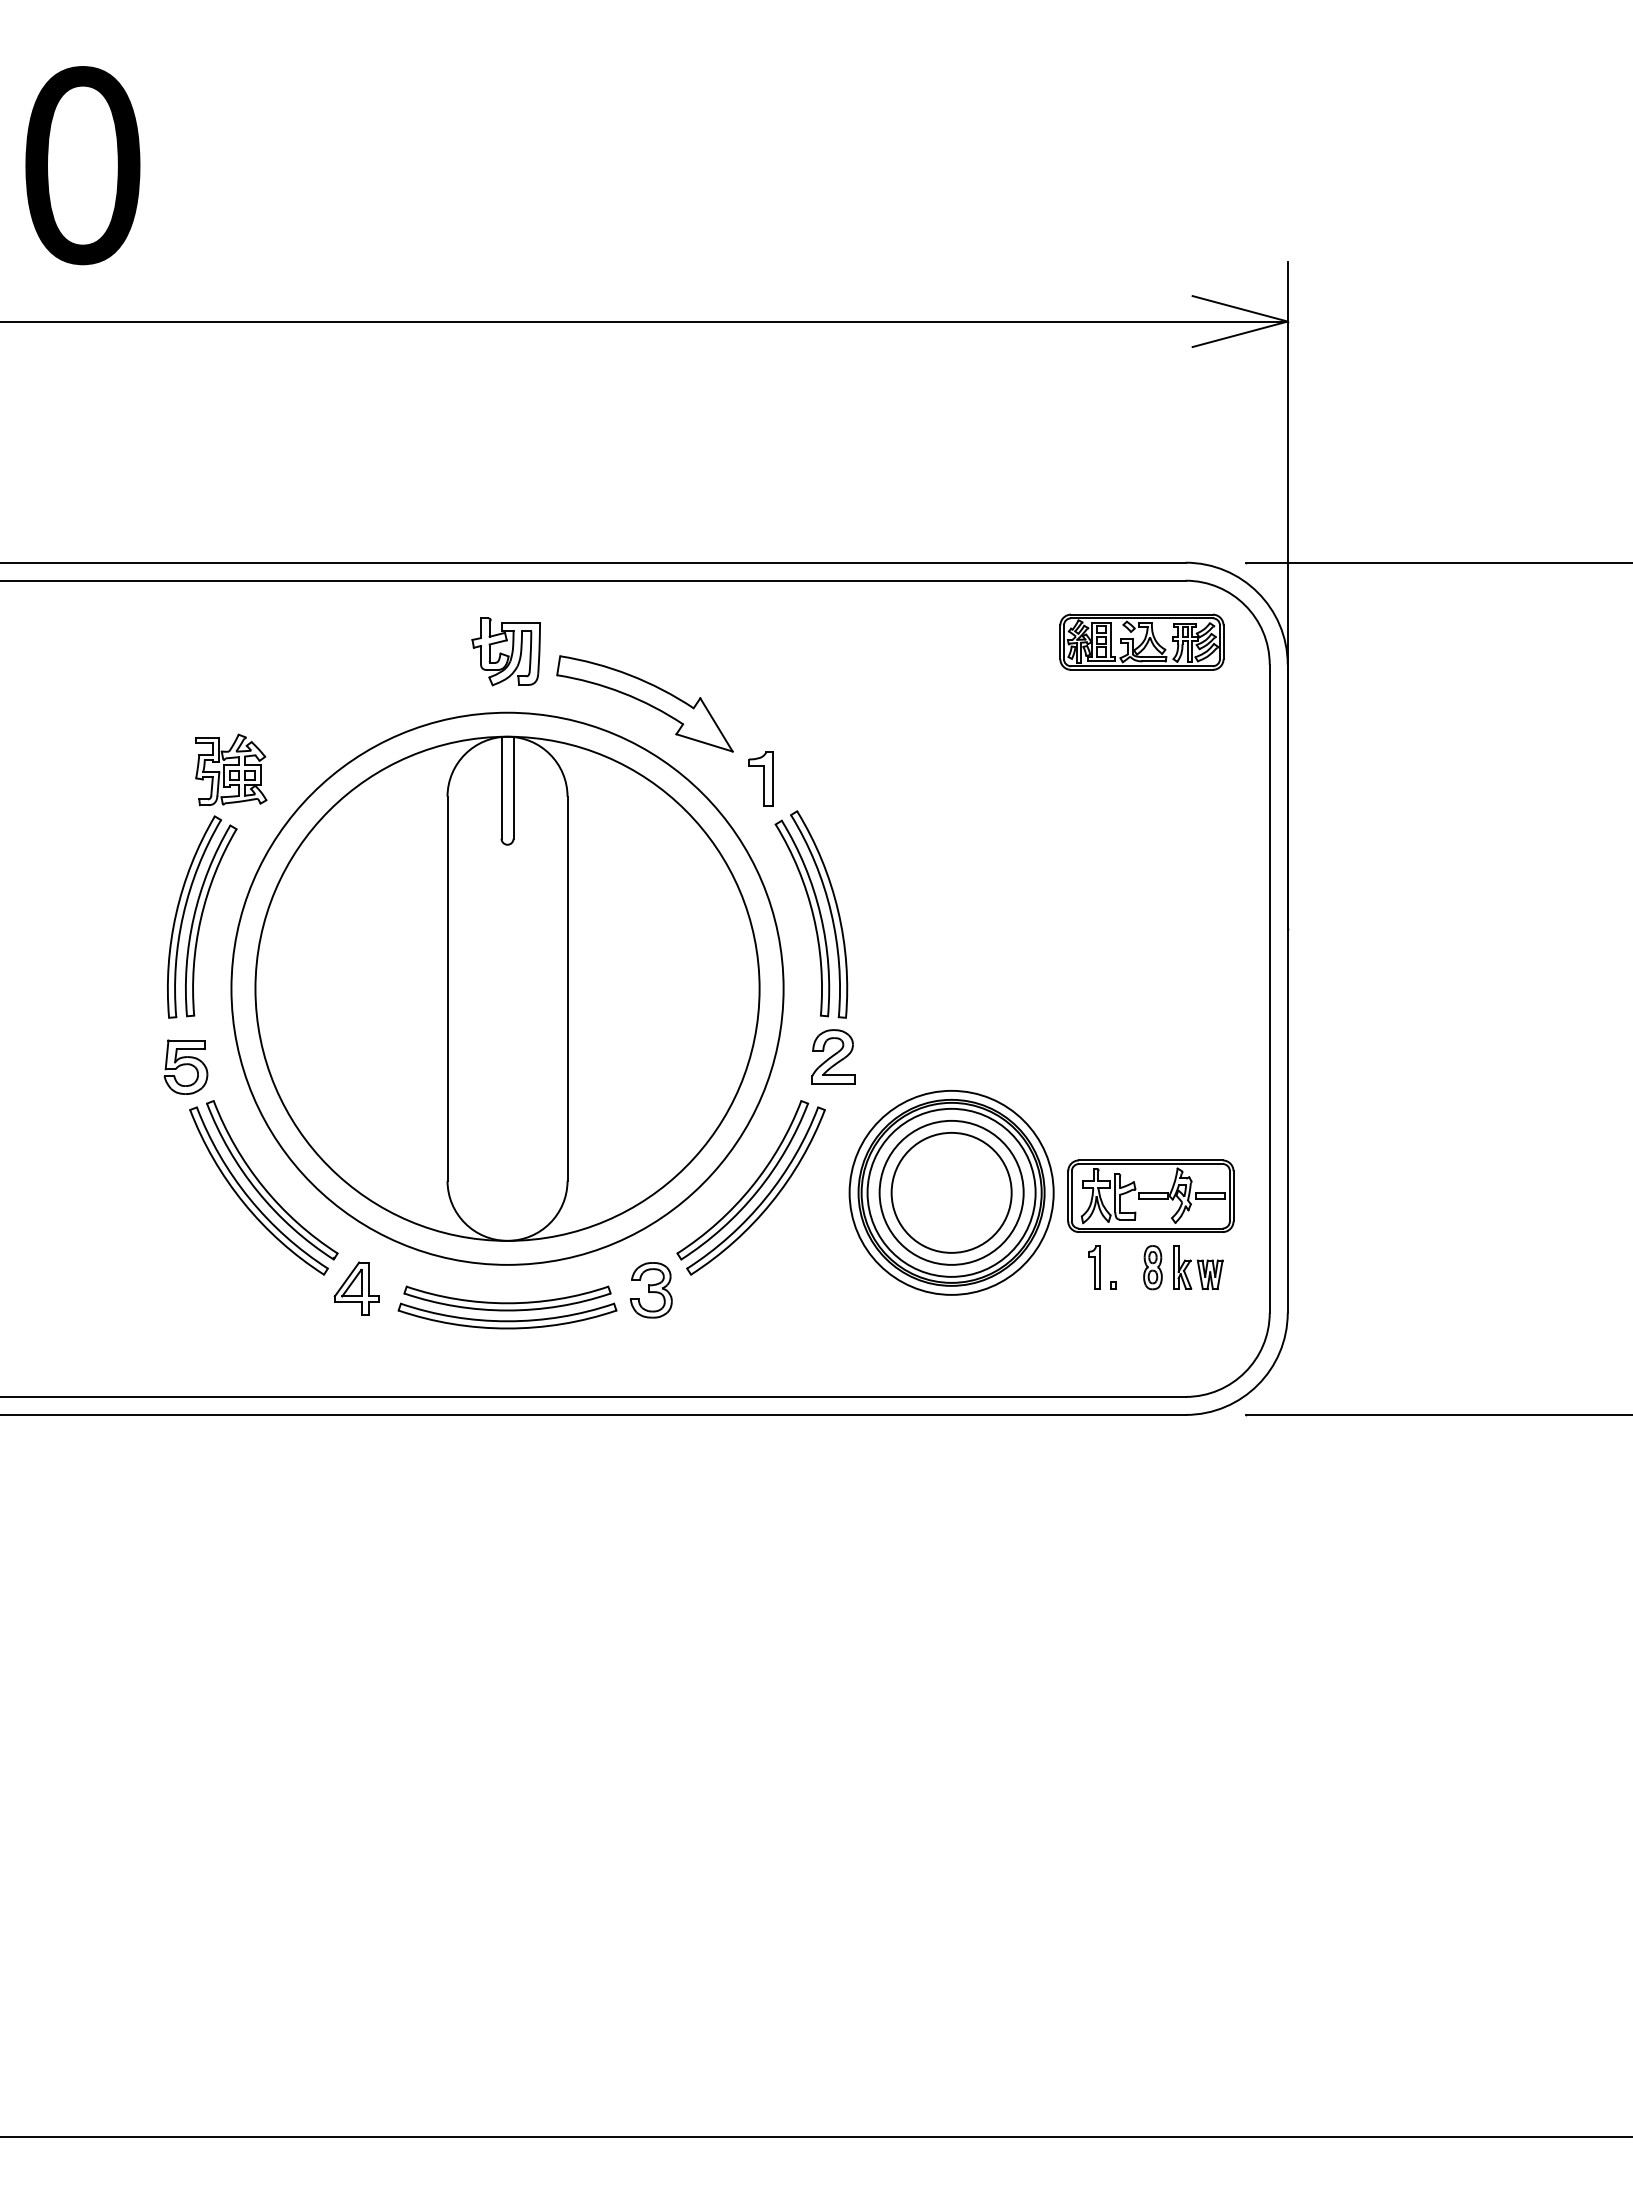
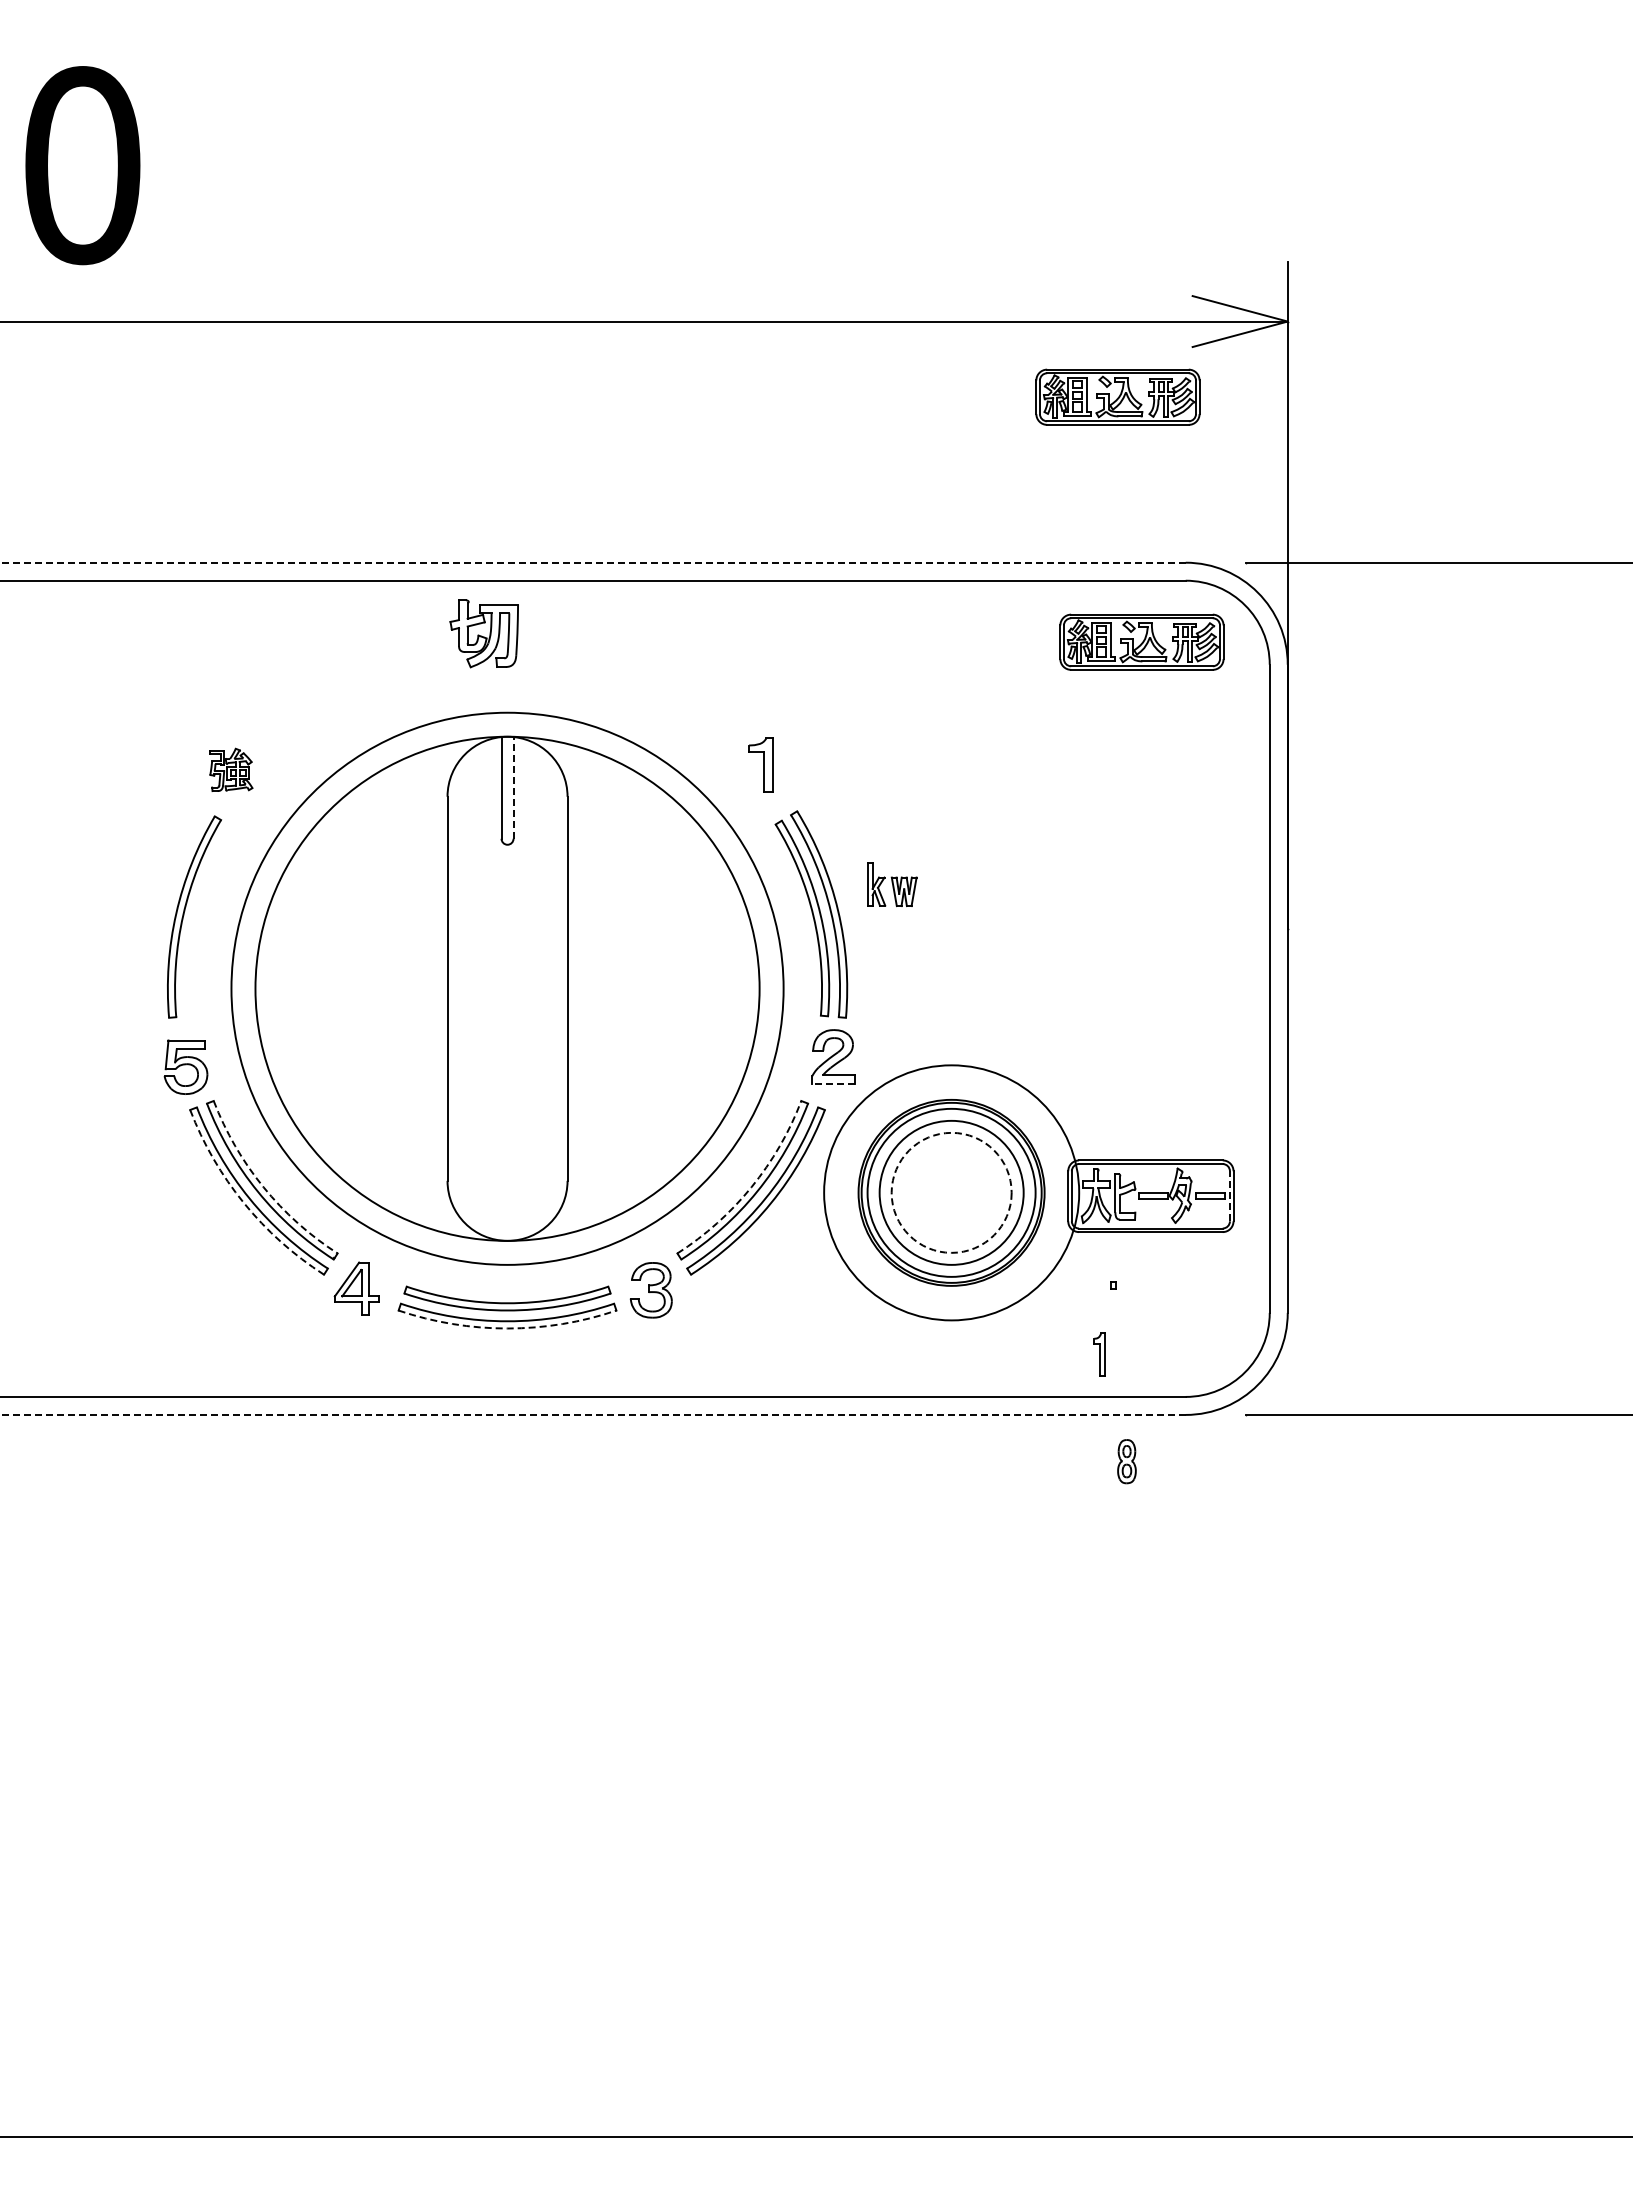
part at (1117, 396): none -> present
line at (593, 562): solid -> dashed
part at (505, 651) position: (505, 651) -> (483, 633)
part at (644, 703): present -> none
part at (231, 769) size: 73x74 px -> 45x45 px
part at (760, 778) position: (760, 778) -> (760, 764)
line at (513, 787): solid -> dashed
part at (202, 917): present -> none
line at (832, 1084): solid -> dashed
arc at (263, 1187): solid -> dashed
arc at (751, 1187): solid -> dashed
circle at (951, 1192) diameter: 204 px -> 255 px
circle at (951, 1192): solid -> dashed
line at (1229, 1195): solid -> dashed
arc at (243, 1203): solid -> dashed
part at (1094, 1267) position: (1094, 1267) -> (1099, 1354)
part at (1152, 1267) position: (1152, 1267) -> (1126, 1461)
part at (1198, 1267) position: (1198, 1267) -> (892, 884)
arc at (507, 1328): solid -> dashed
line at (593, 1414): solid -> dashed
